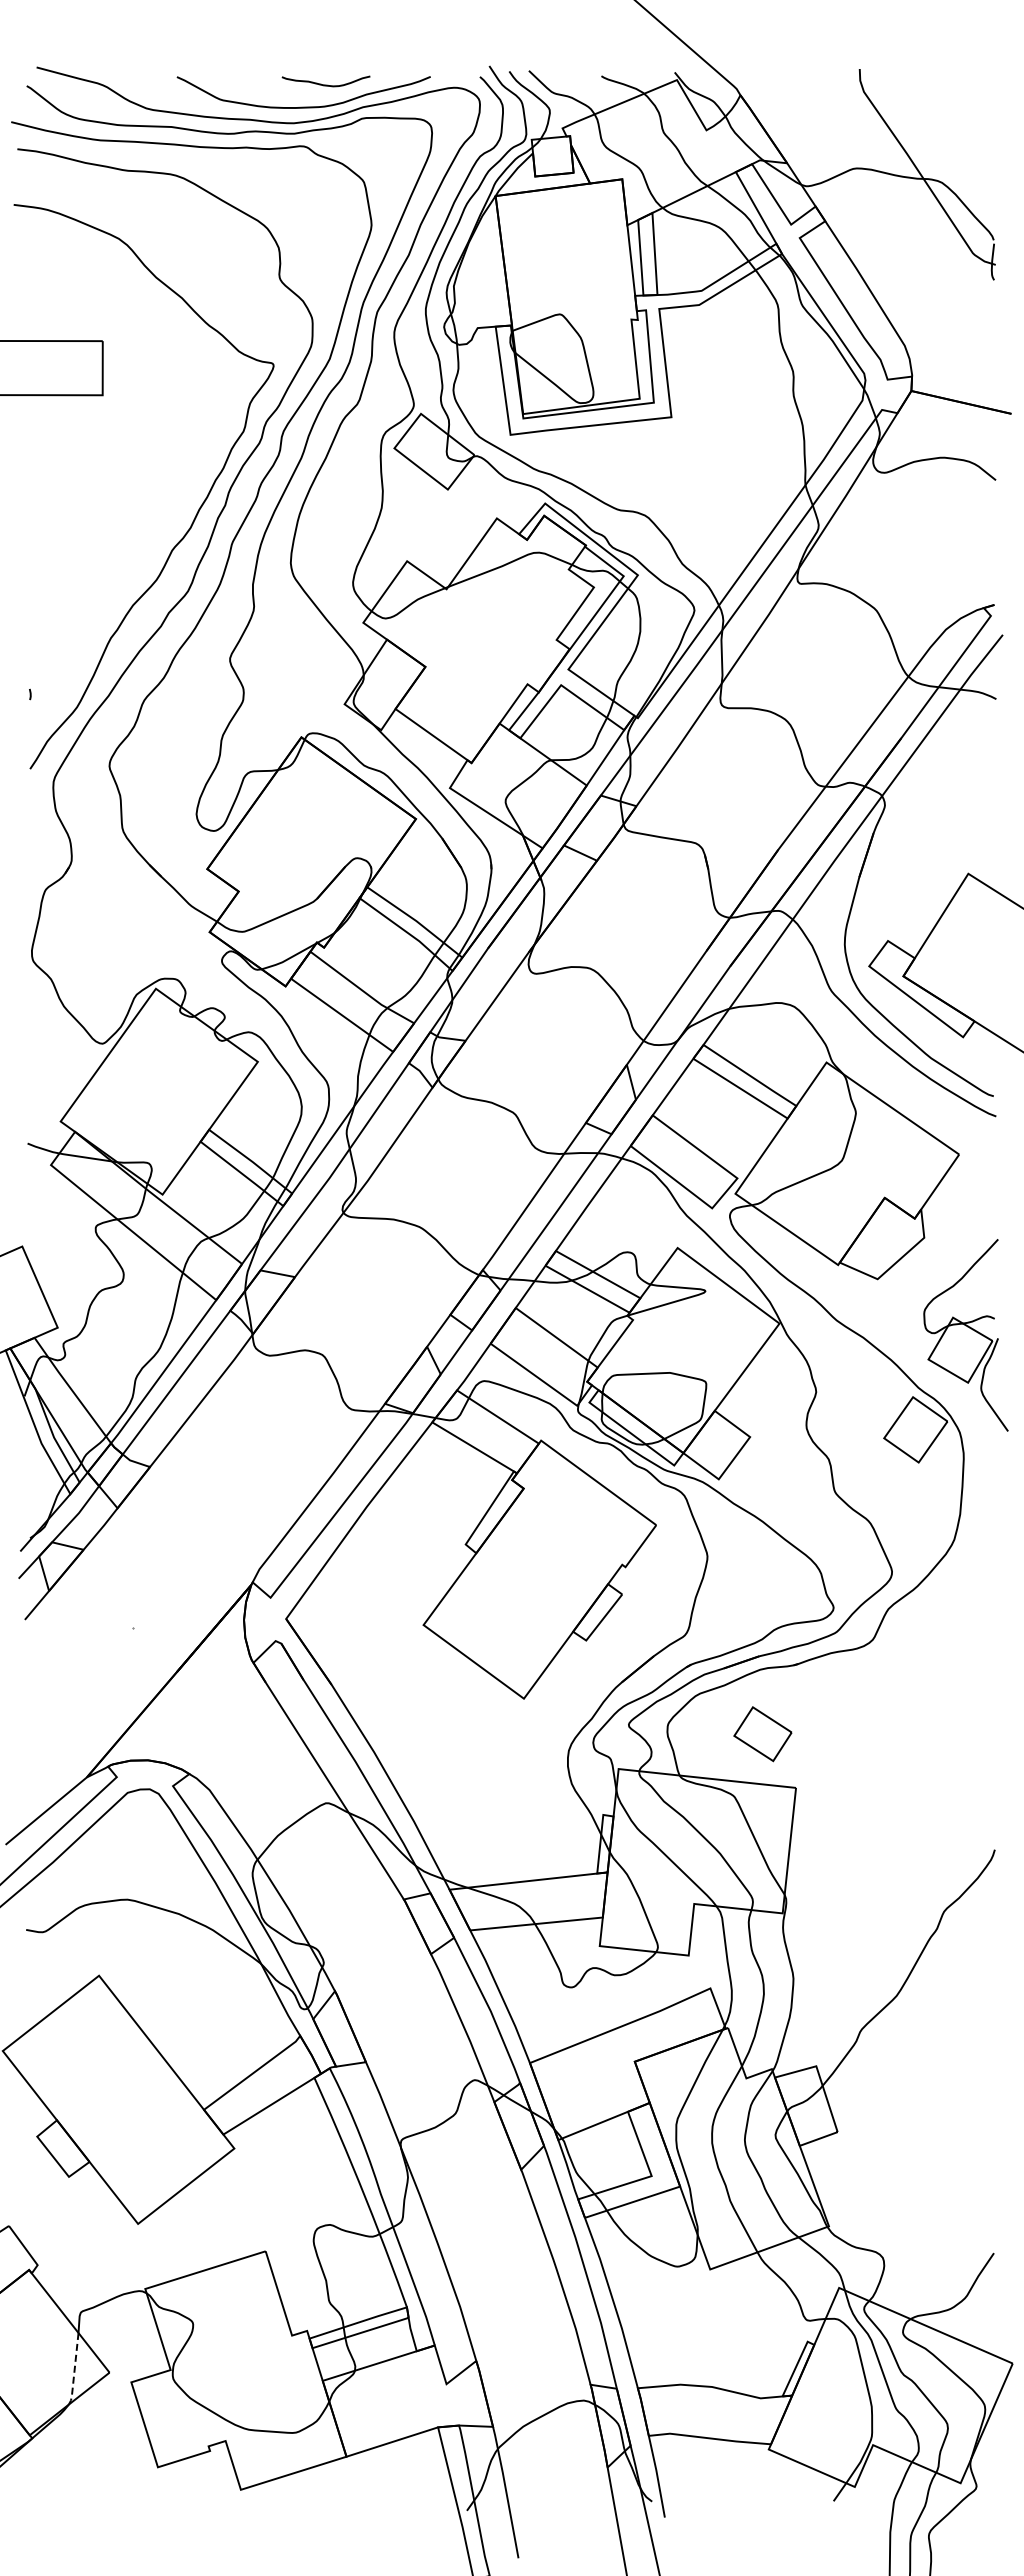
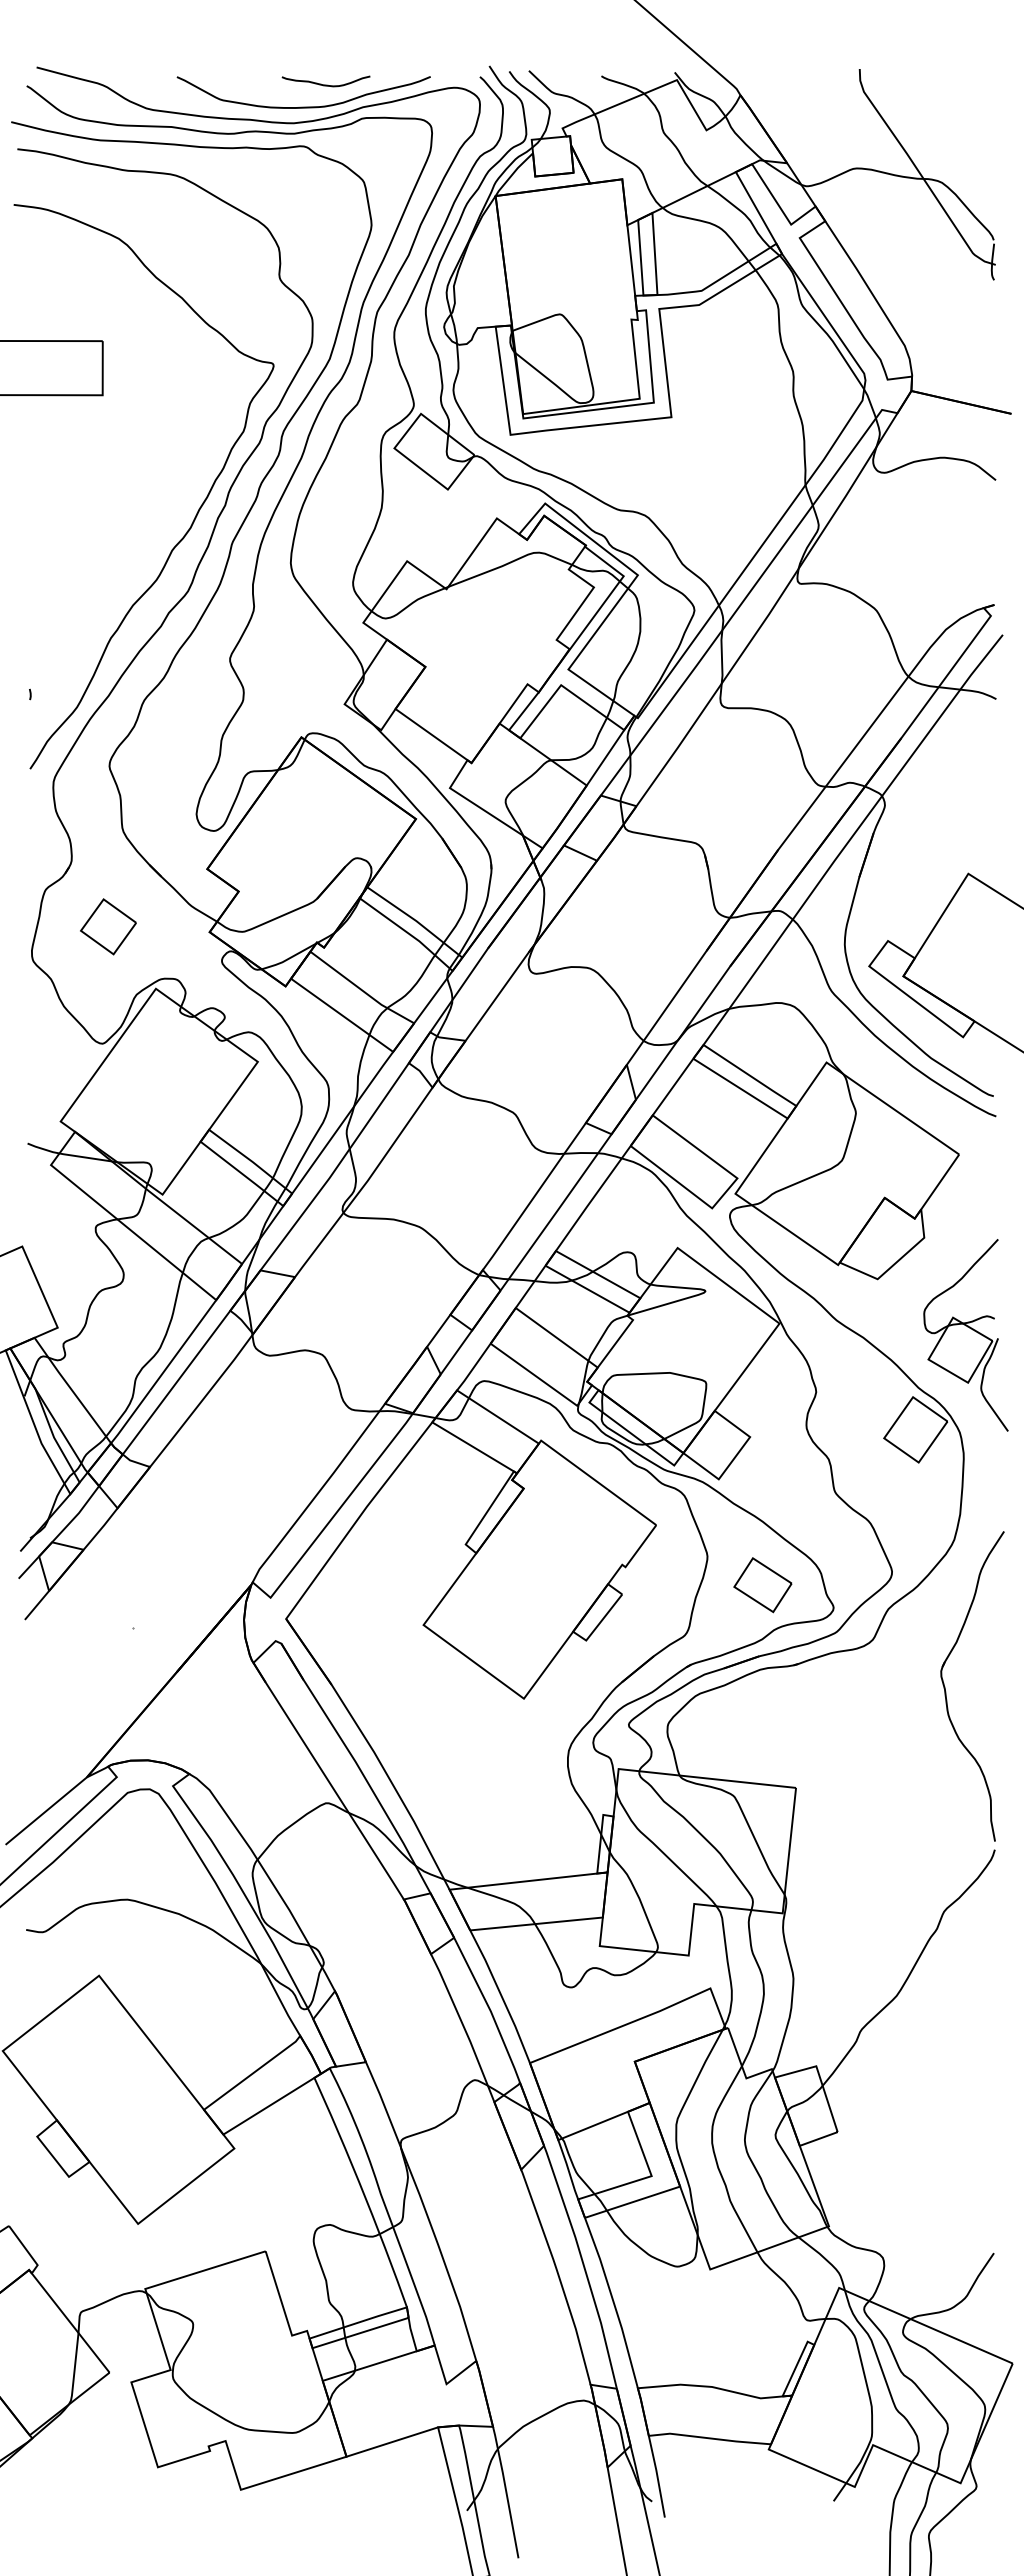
part at (108, 926): none -> present
part at (946, 1691): none -> present
part at (762, 1734) position: (762, 1734) -> (762, 1585)
line at (74, 2370): dashed -> solid
